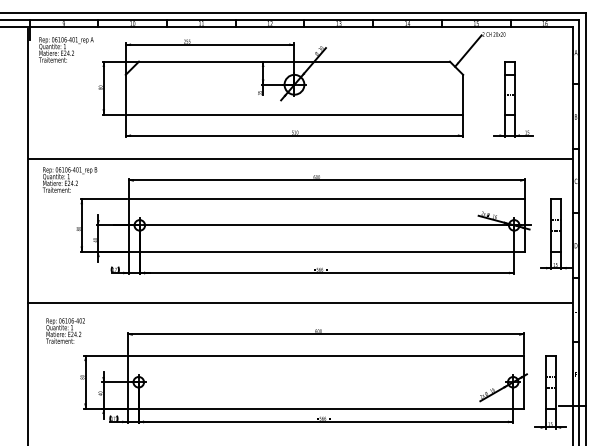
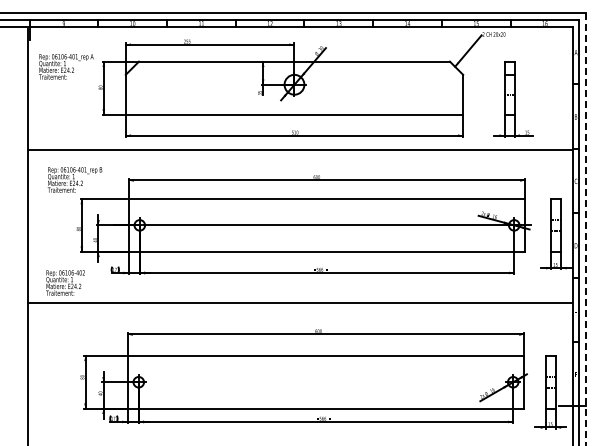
text at (66, 49) position: (66, 49) -> (66, 66)
line at (300, 158) position: (300, 158) -> (300, 149)
text at (69, 179) position: (69, 179) -> (74, 179)
line at (585, 229): solid -> dashed
text at (65, 330) position: (65, 330) -> (65, 282)
